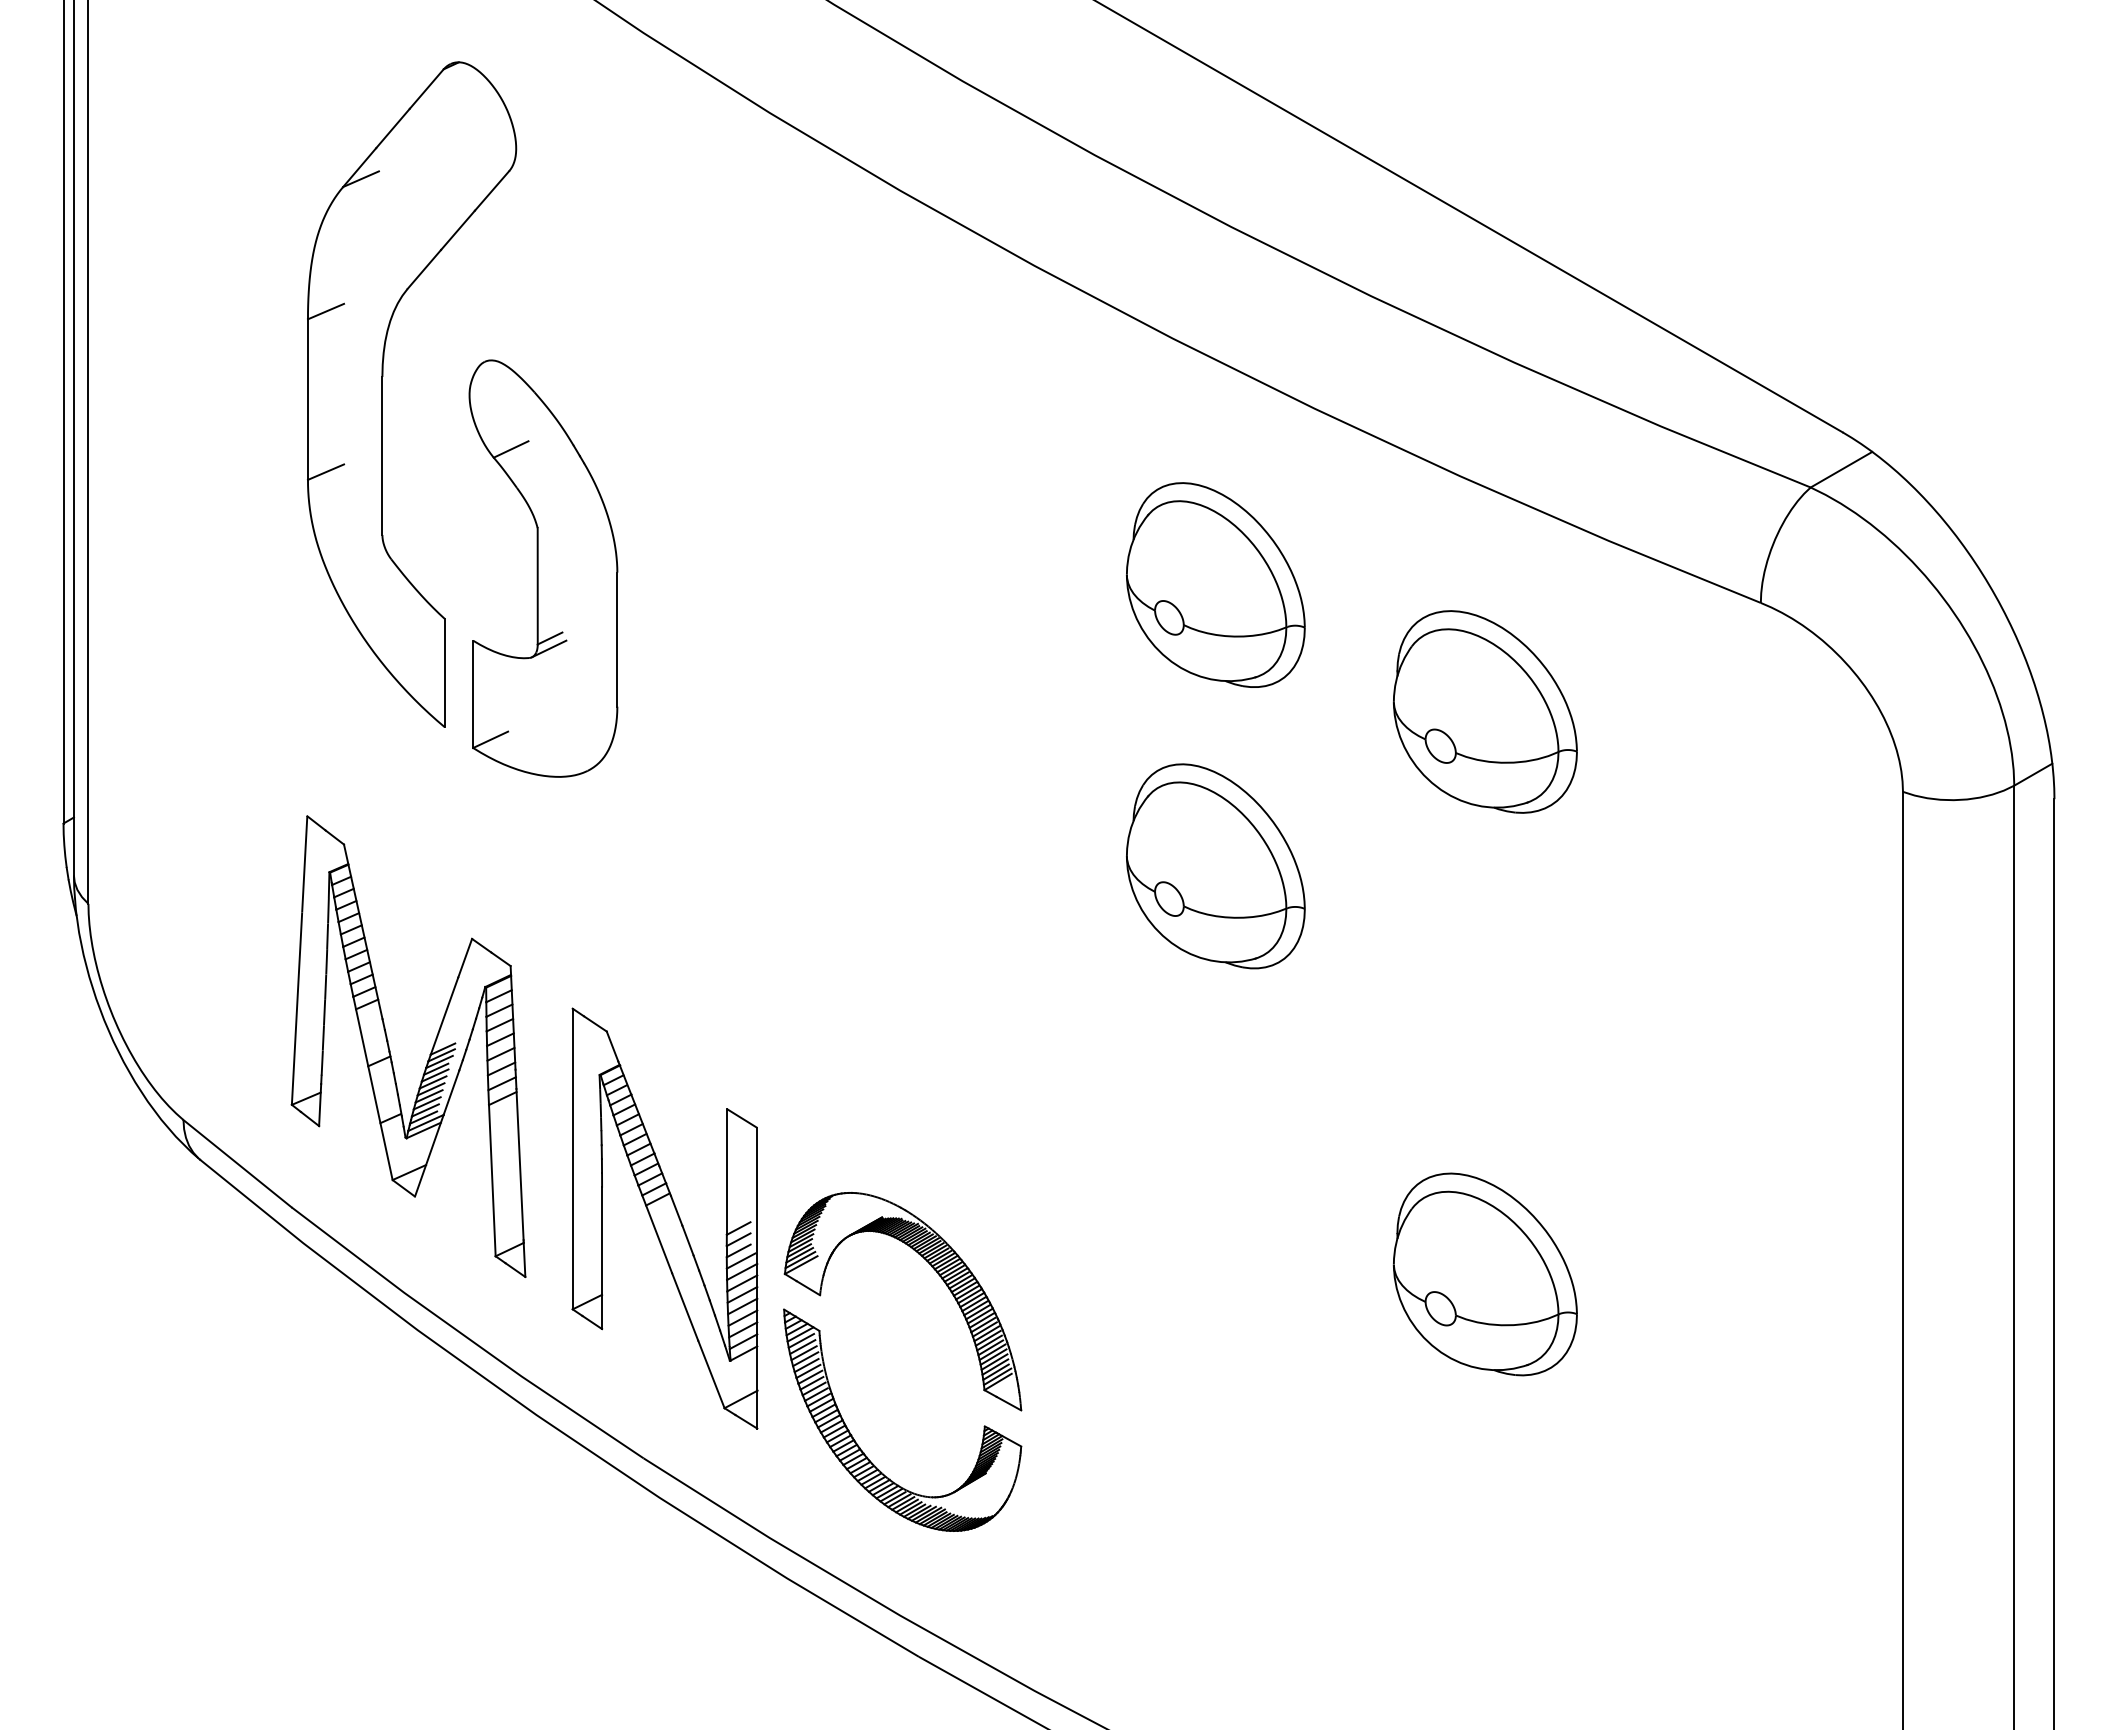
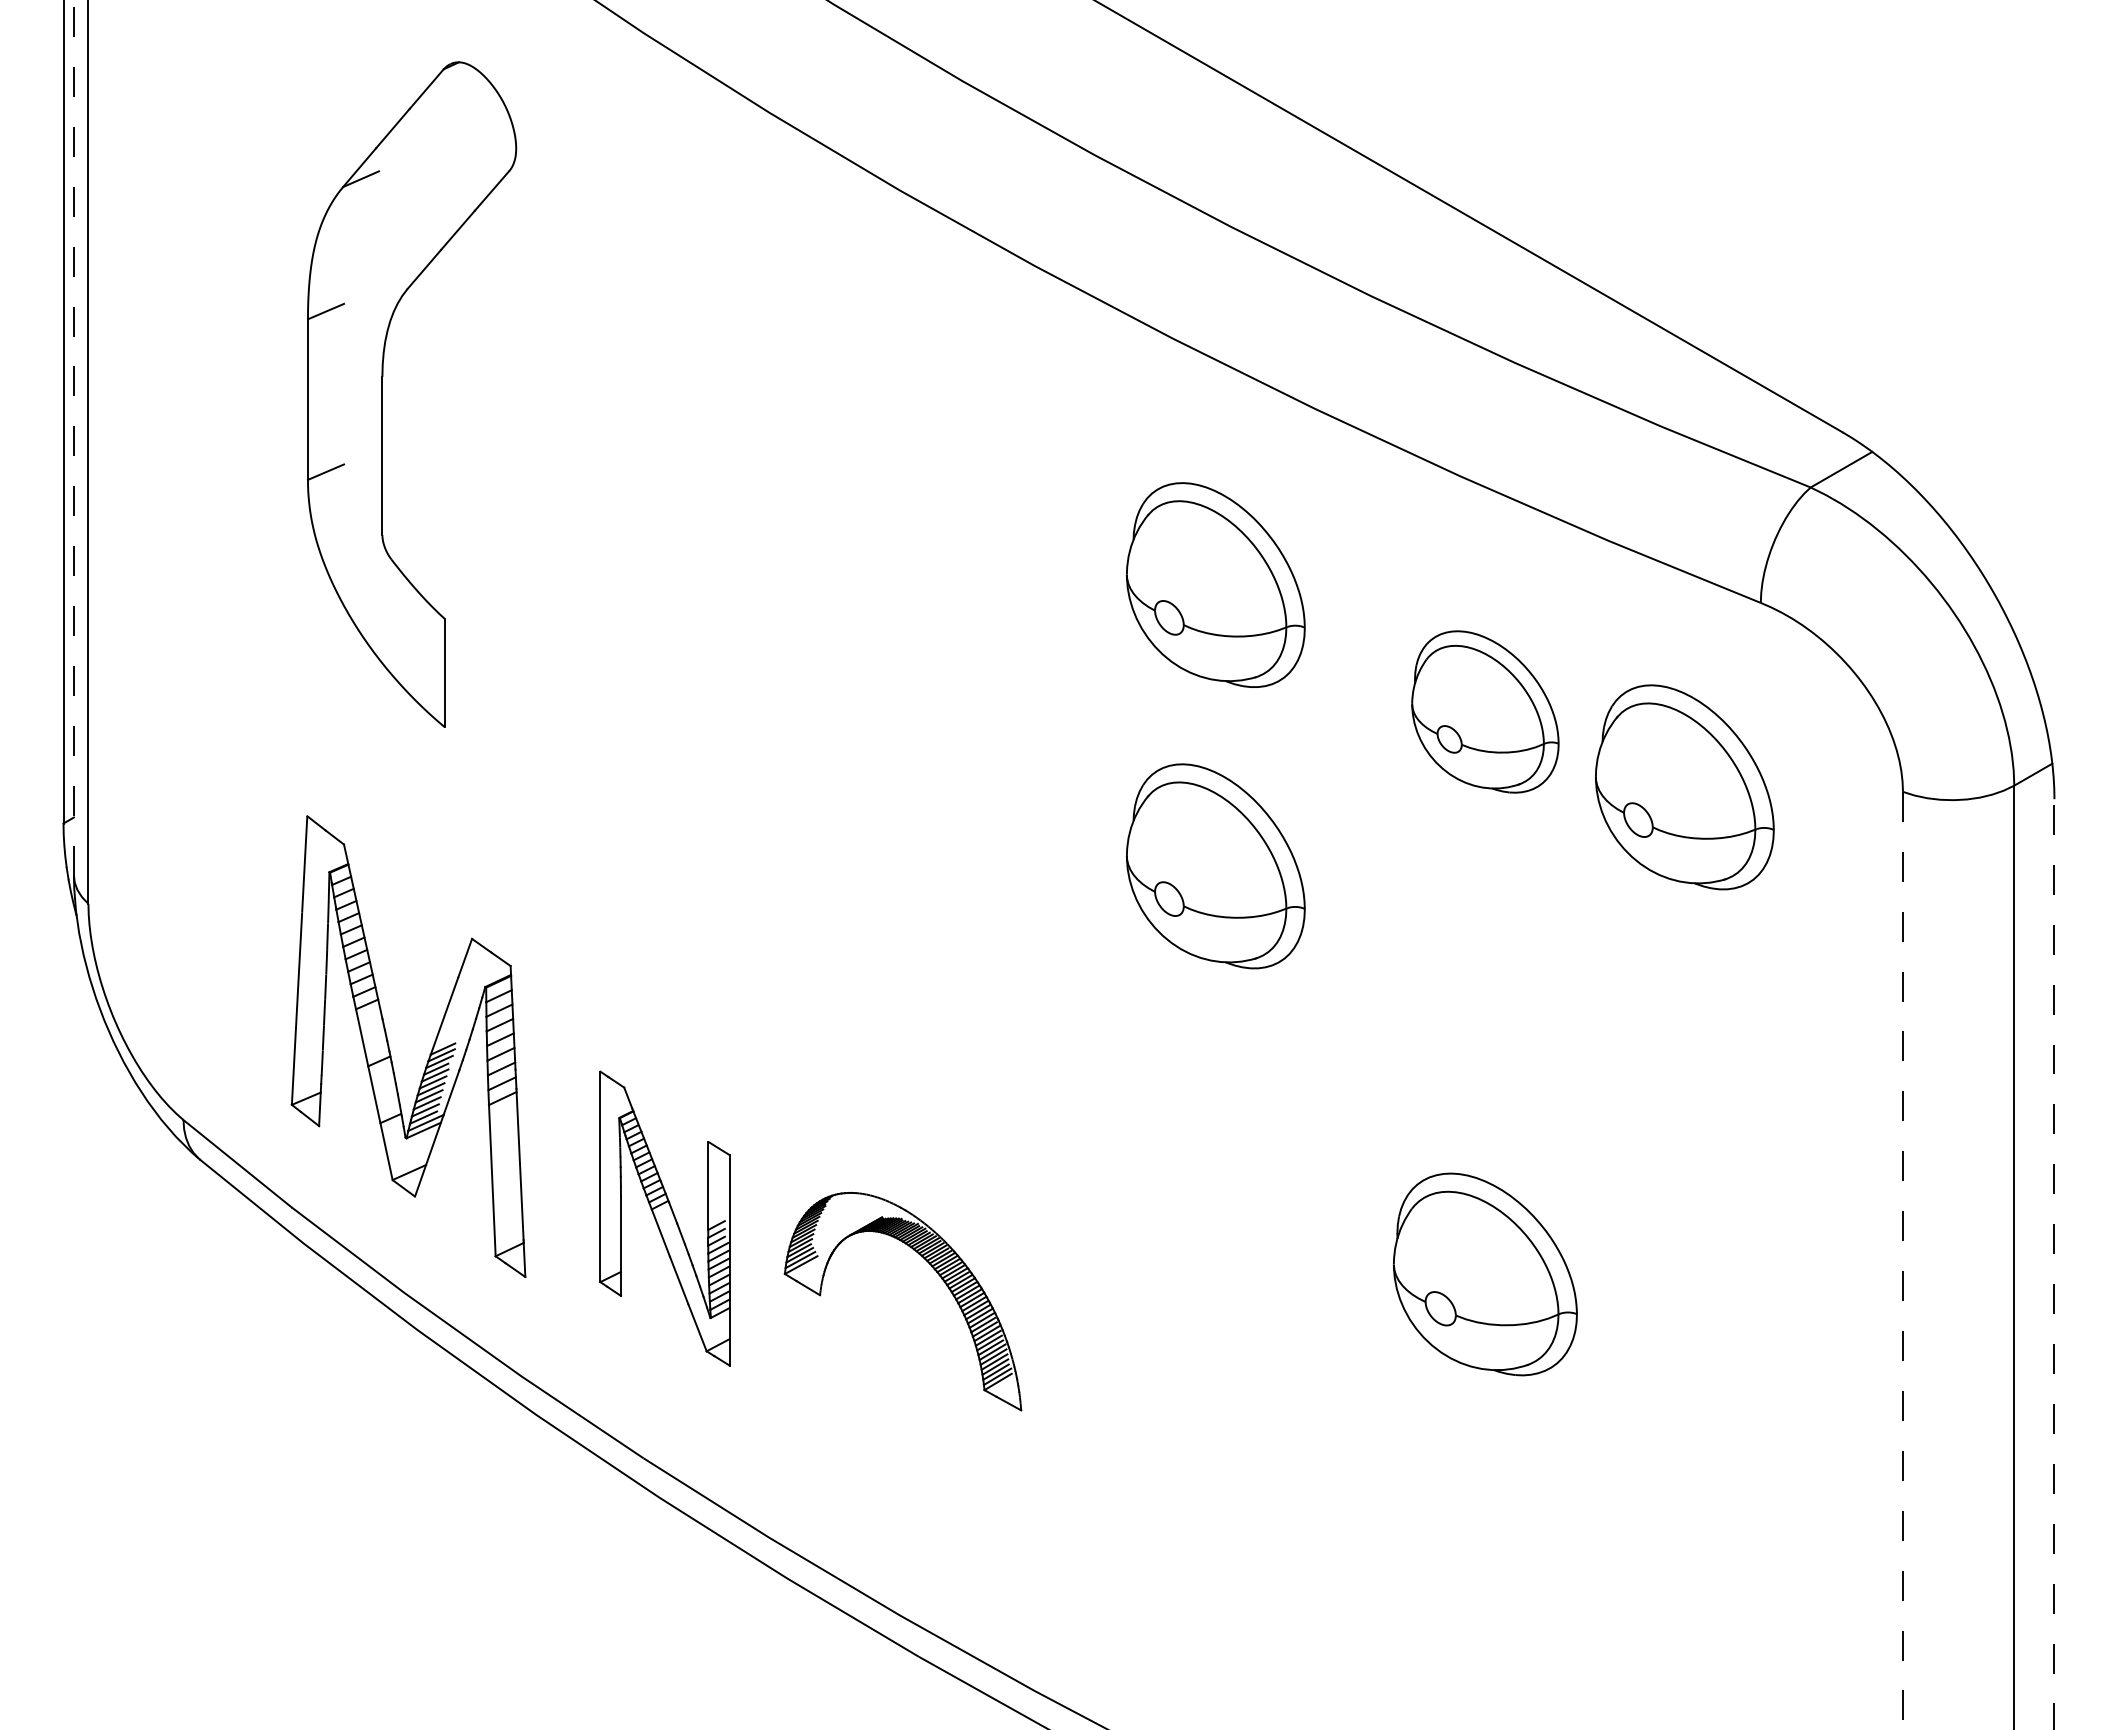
line at (73, 437): solid -> dashed
part at (543, 568): present -> none
part at (1485, 711) size: 185x204 px -> 149x164 px
part at (1684, 787): none -> present
part at (664, 1218) size: 188x423 px -> 132x297 px
line at (1902, 1260): solid -> dashed
line at (2054, 1264): solid -> dashed
part at (864, 1452): present -> none
